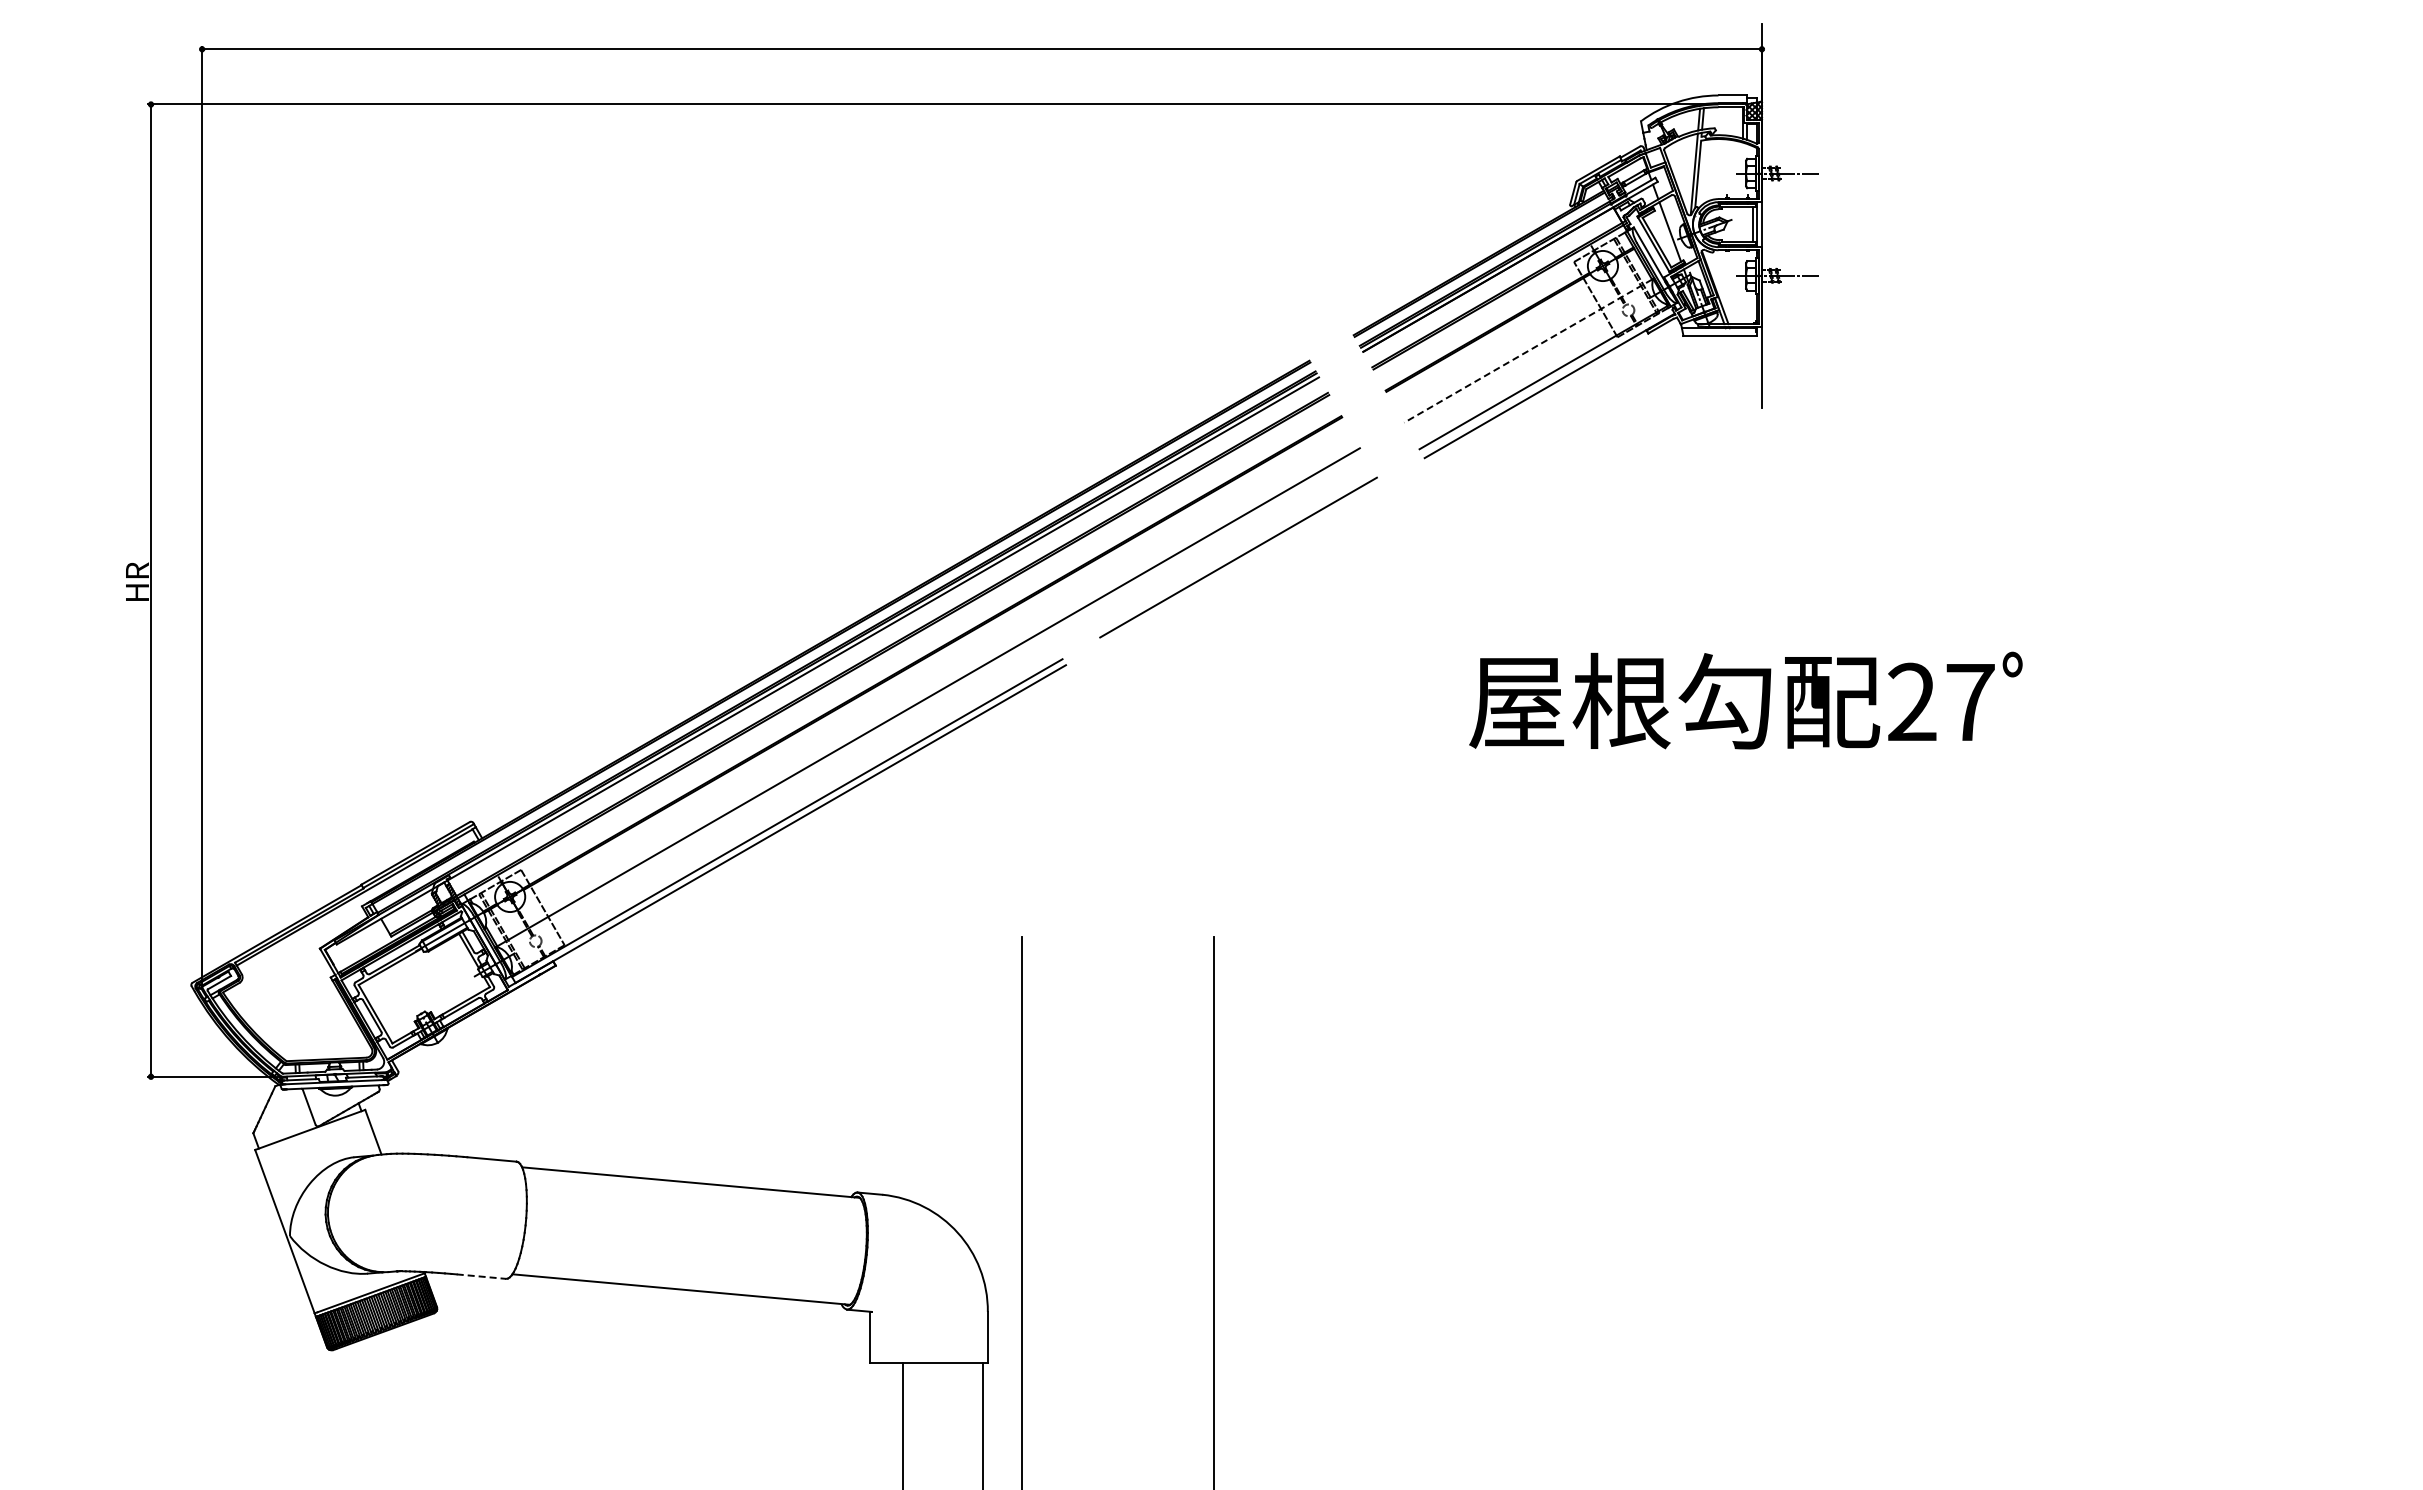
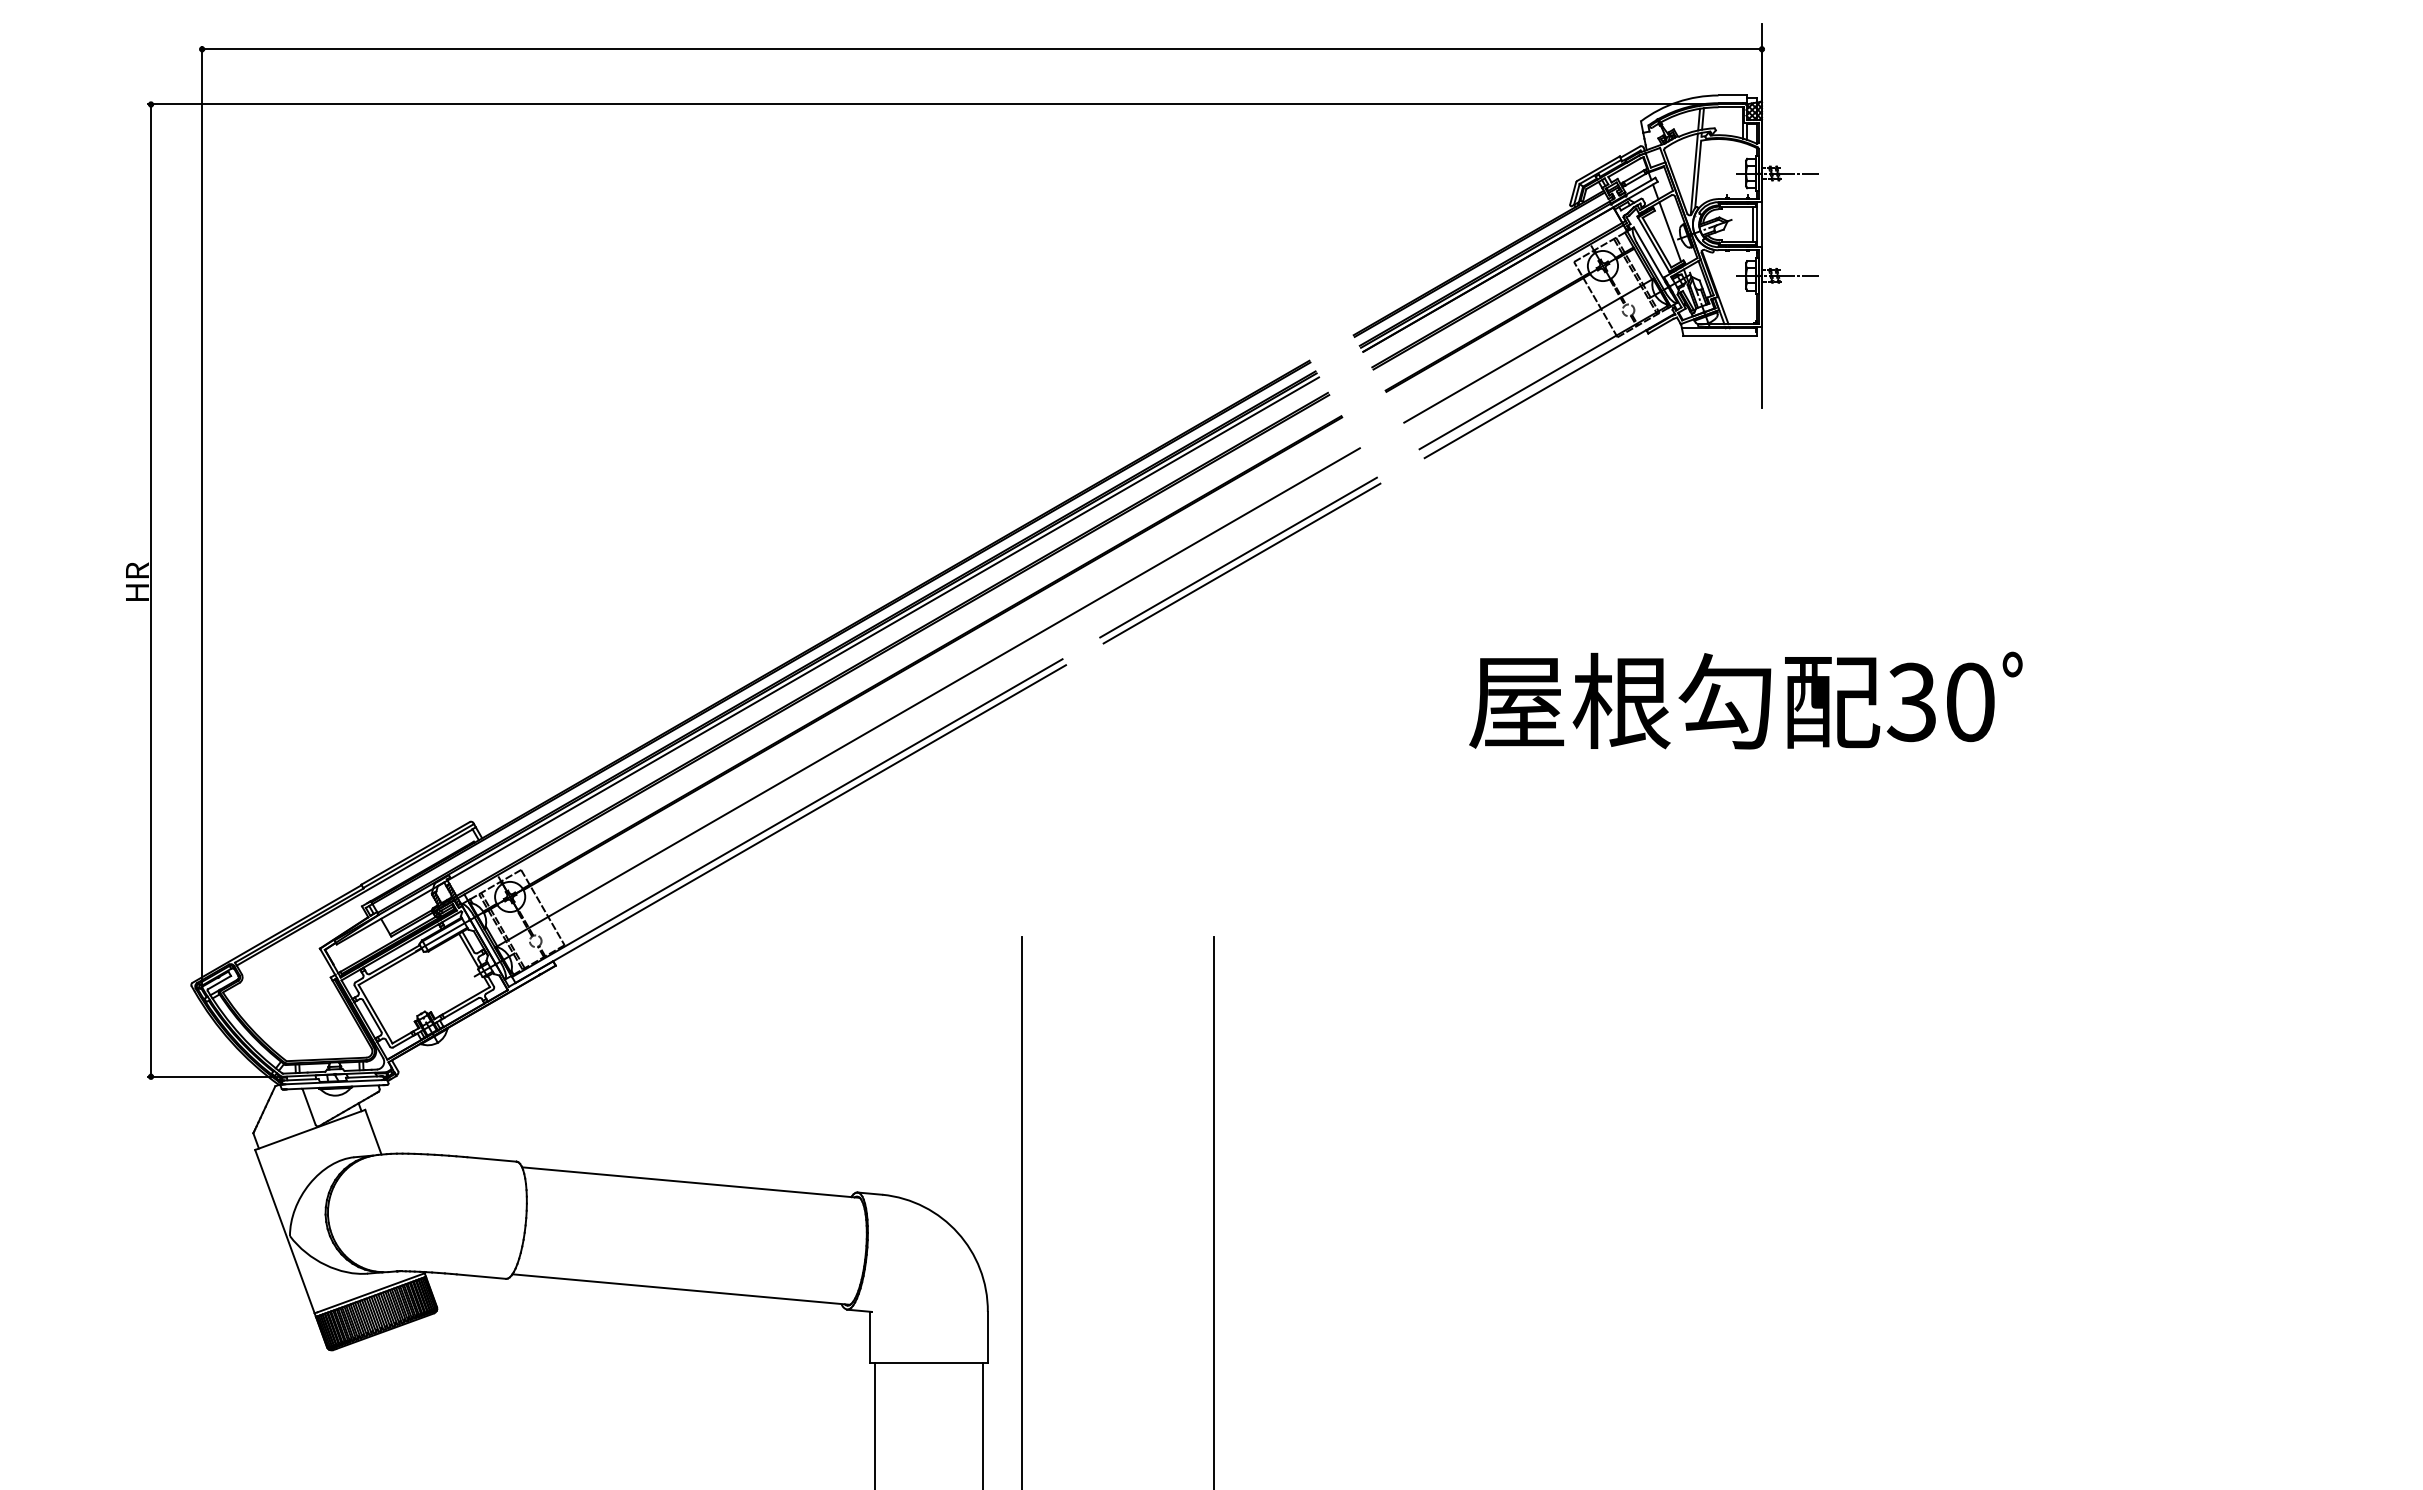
line at (1527, 351): dashed -> solid
line at (1241, 563): none -> present
text at (1940, 702): 27 -> 30
line at (481, 1276): dashed -> solid
line at (903, 1424) position: (903, 1424) -> (875, 1424)
